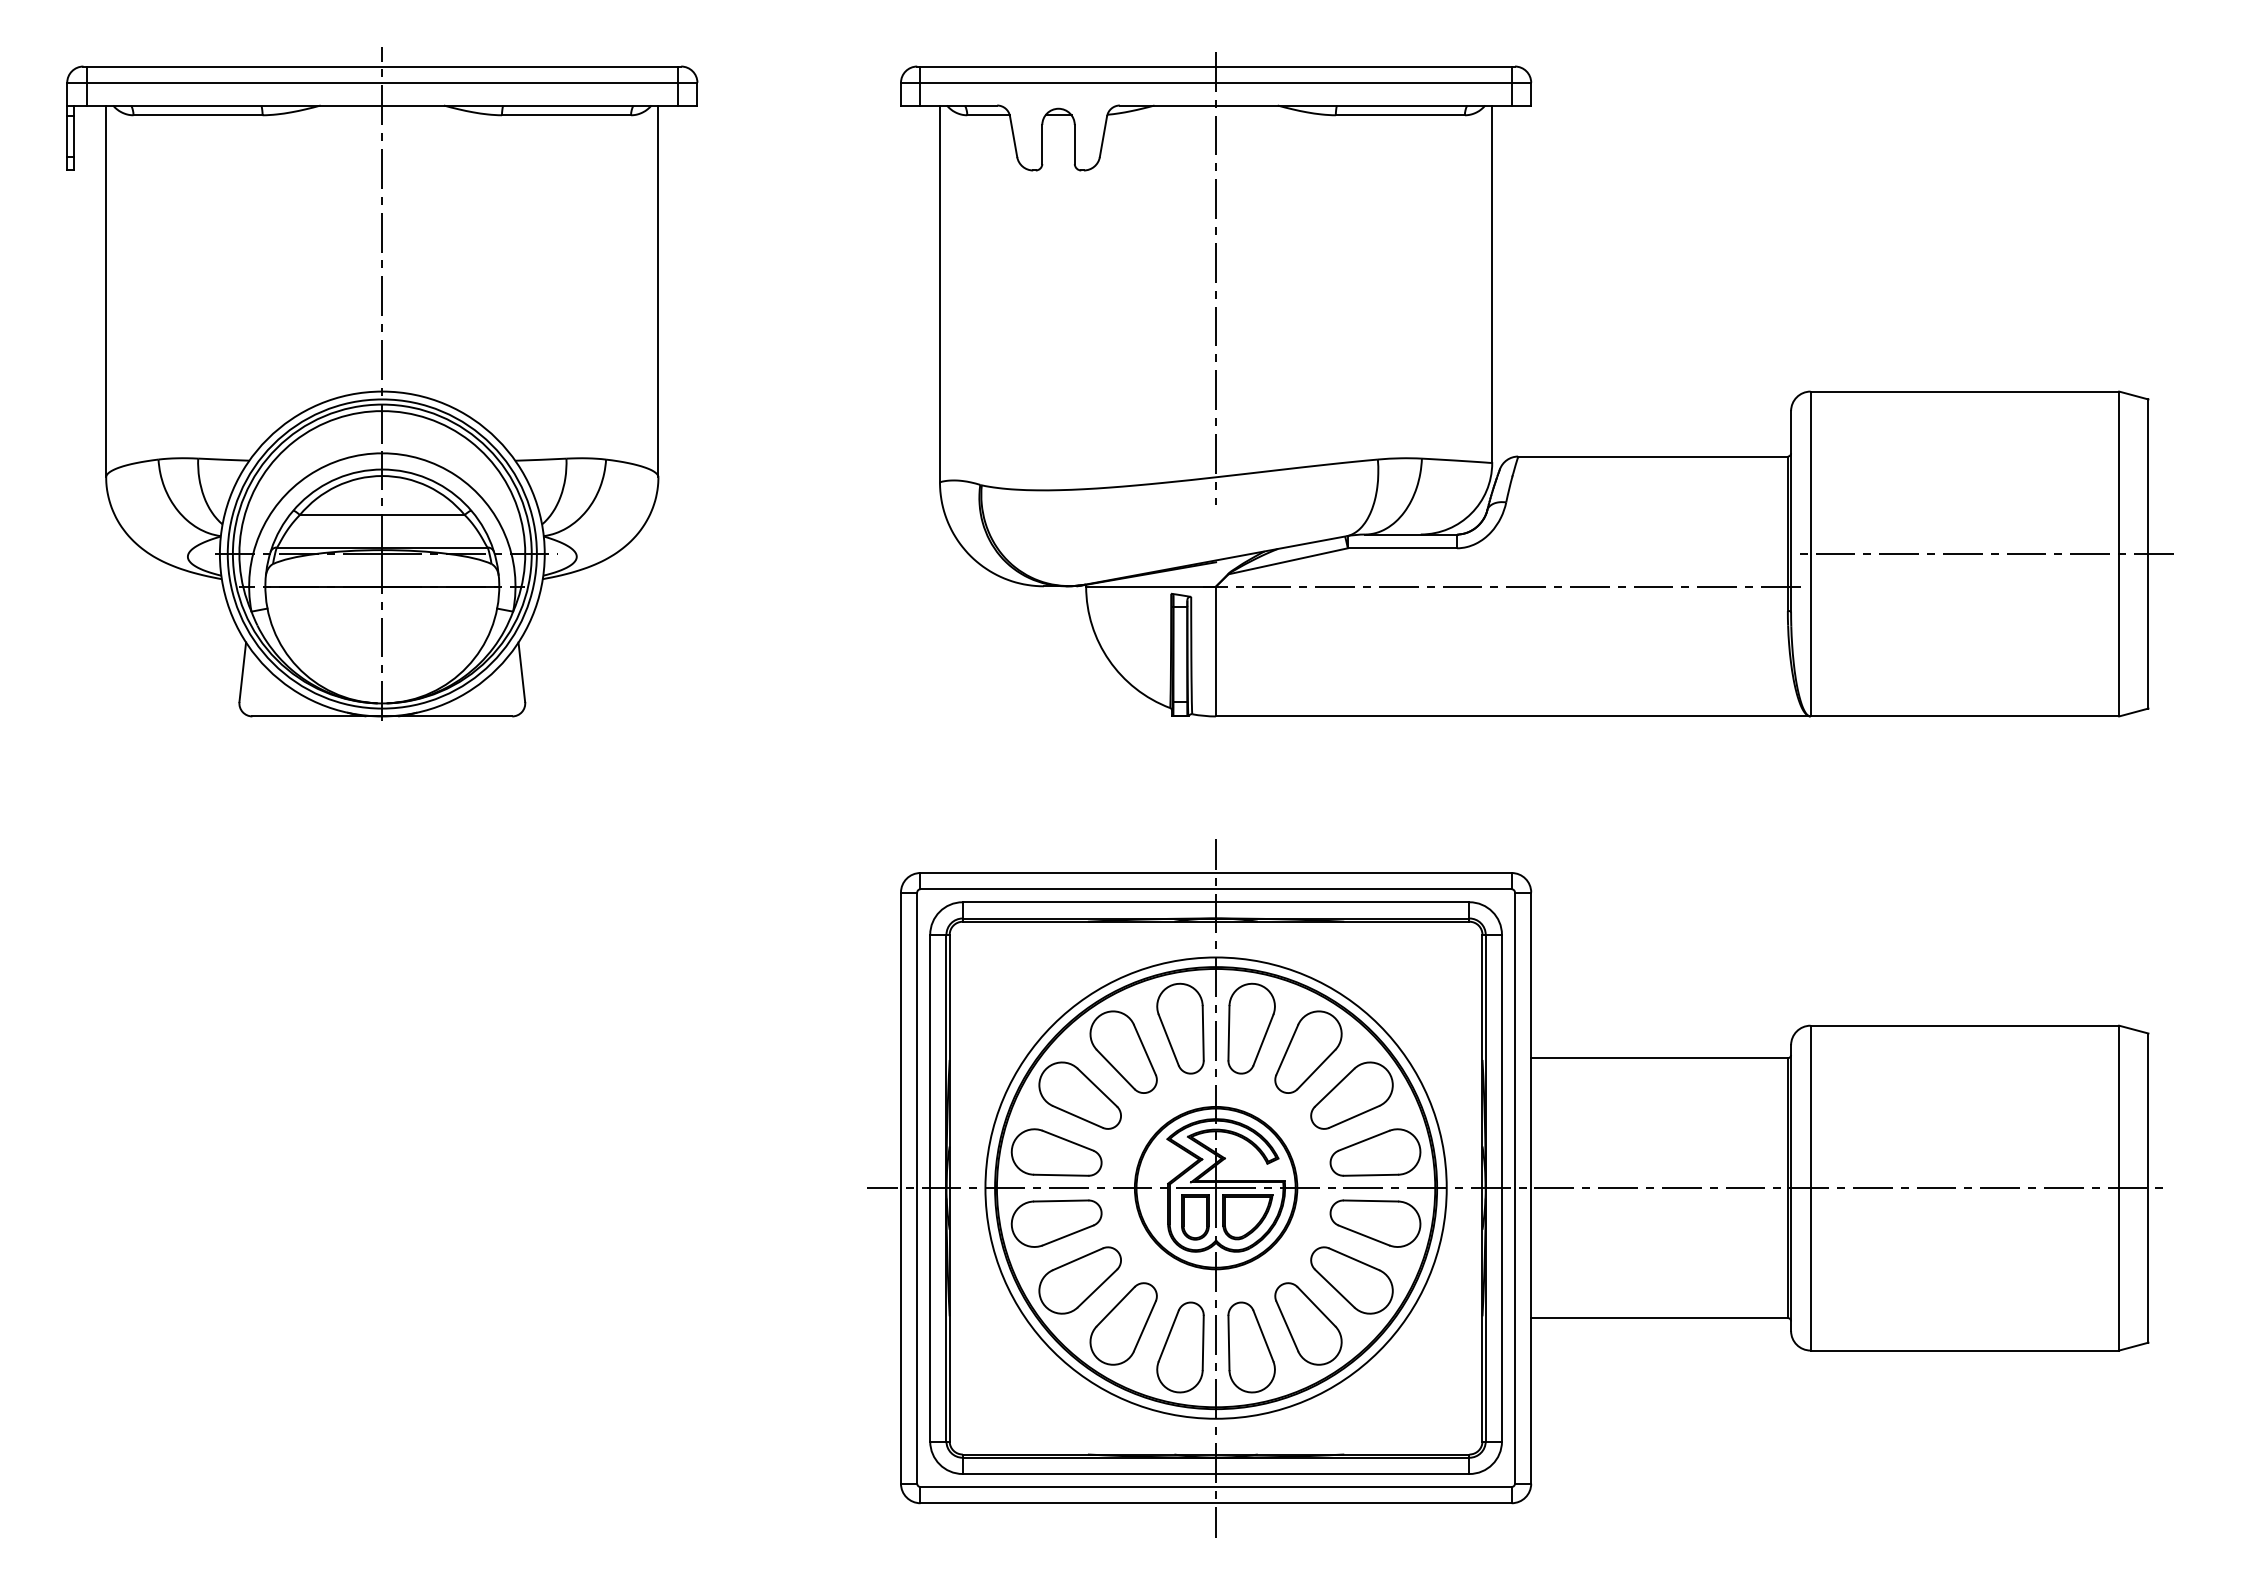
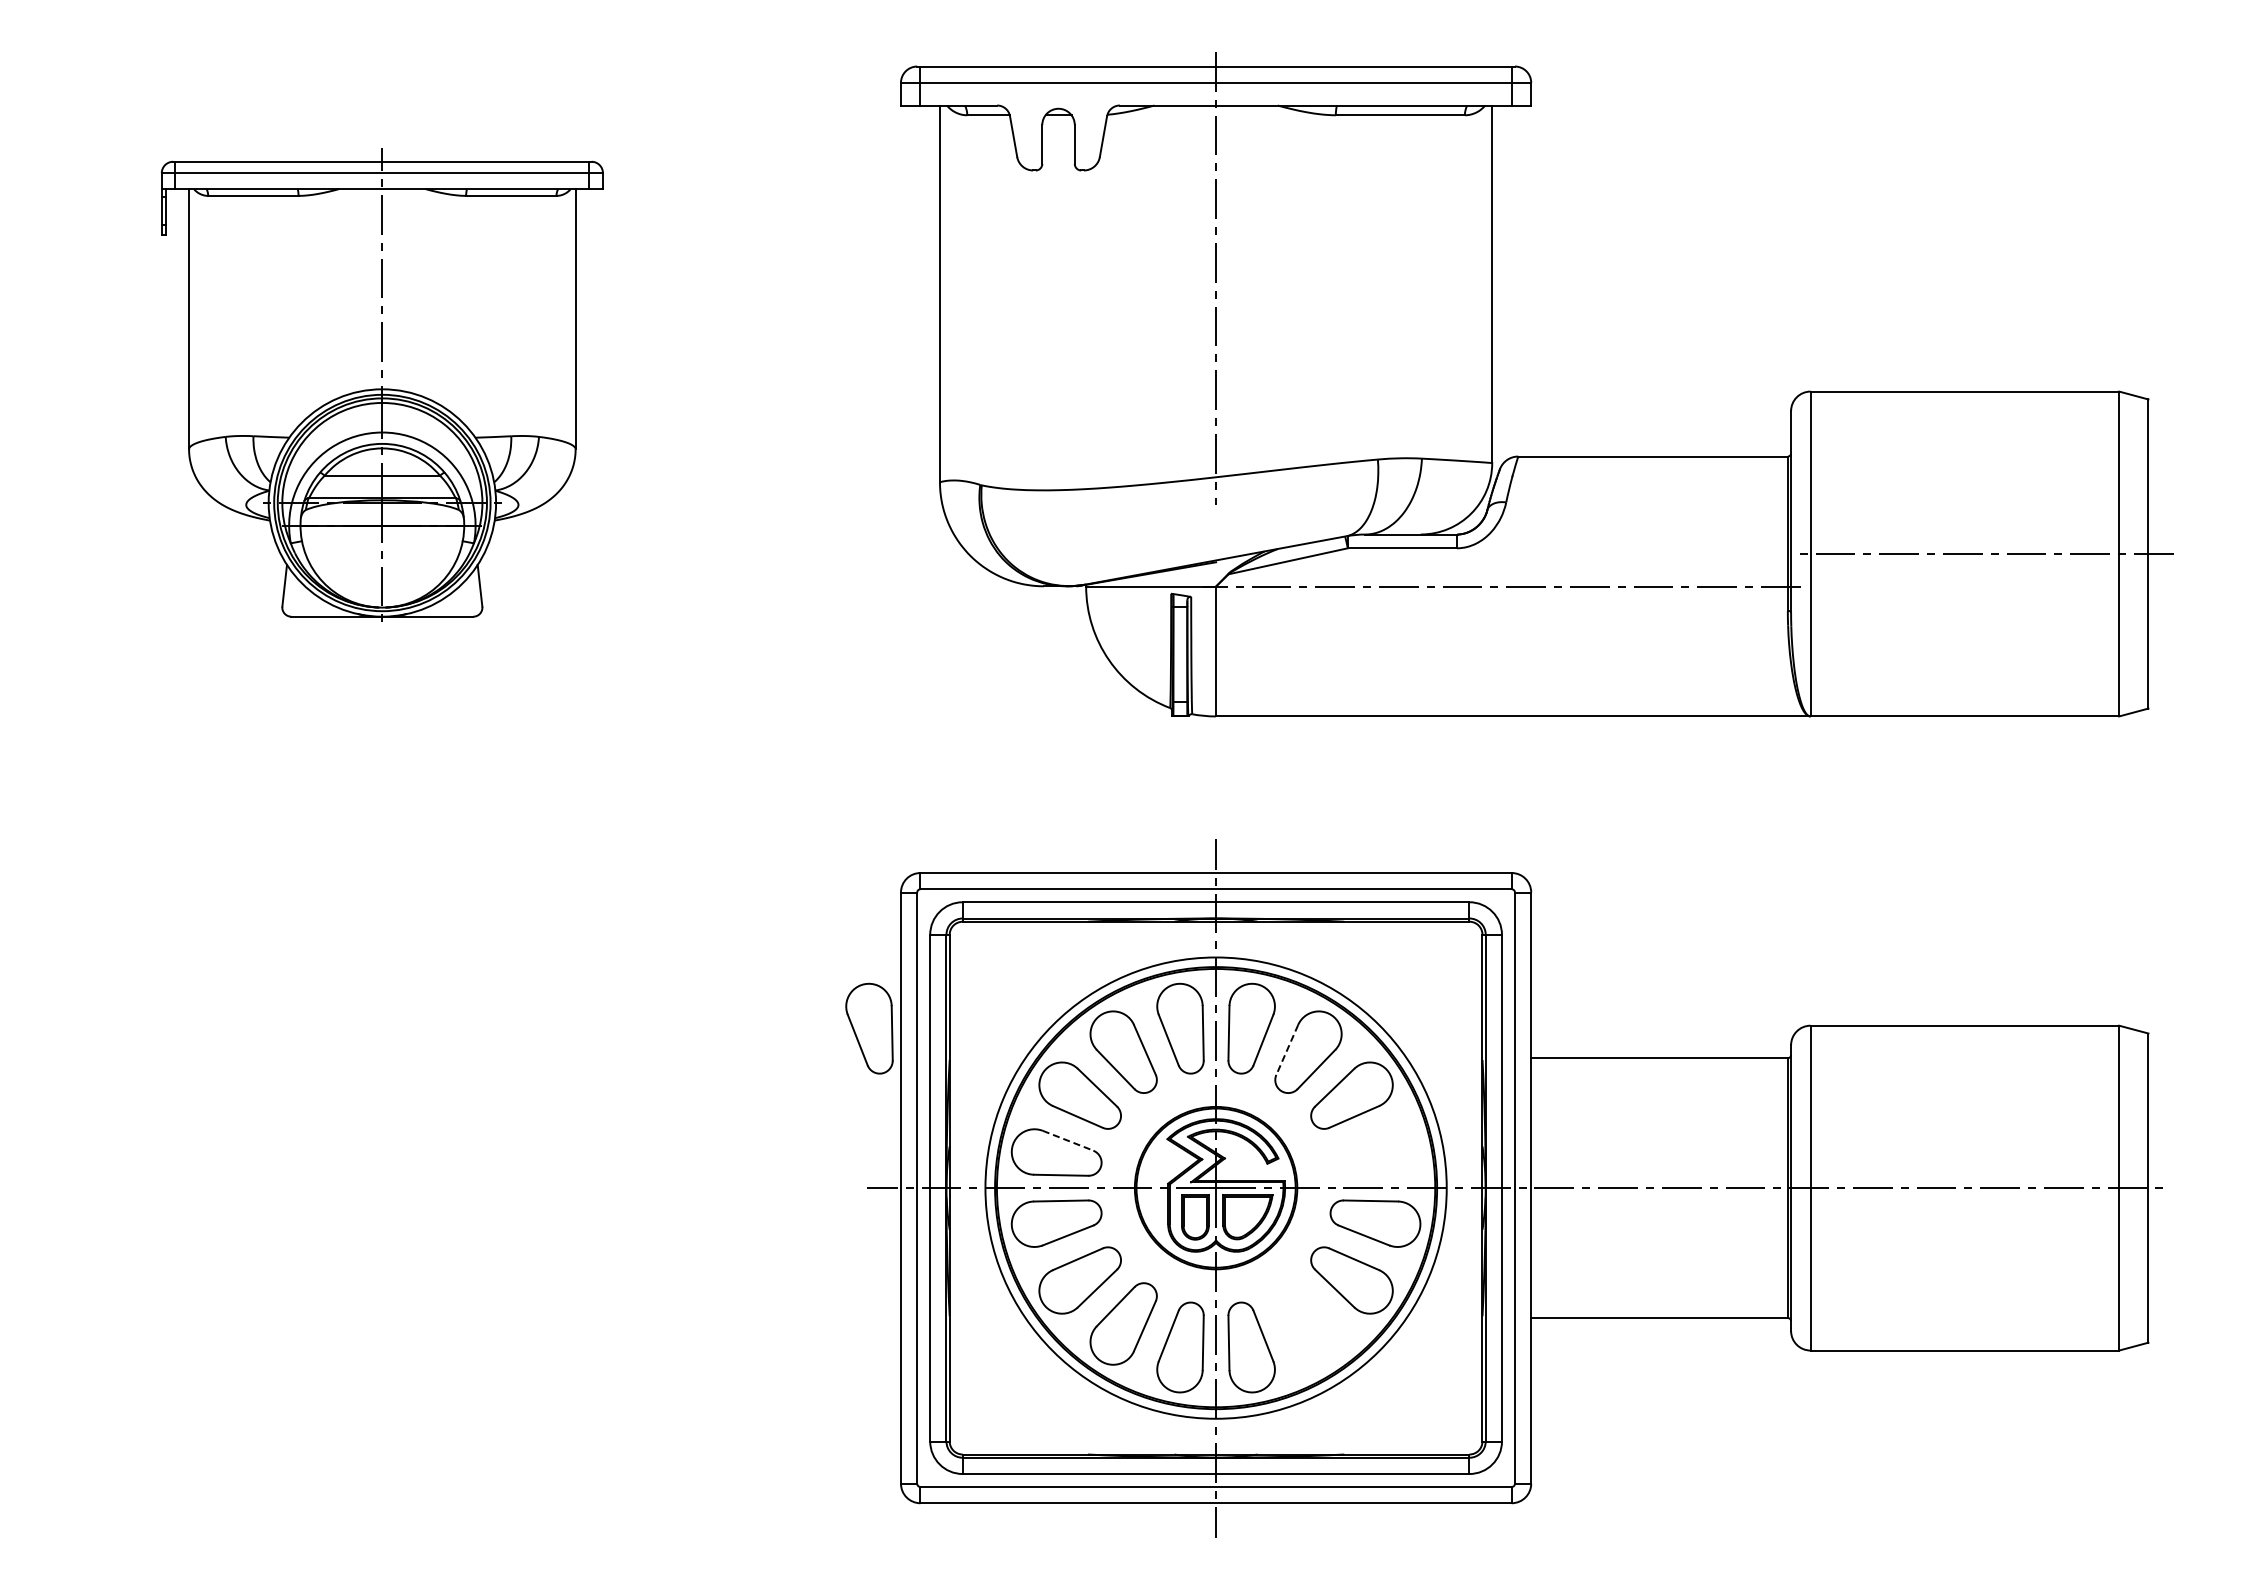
part at (382, 383) size: 633x674 px -> 444x474 px
part at (869, 1028): none -> present
line at (1287, 1050): solid -> dashed
line at (1068, 1140): solid -> dashed
part at (1375, 1152): present -> none
part at (1308, 1323): present -> none
